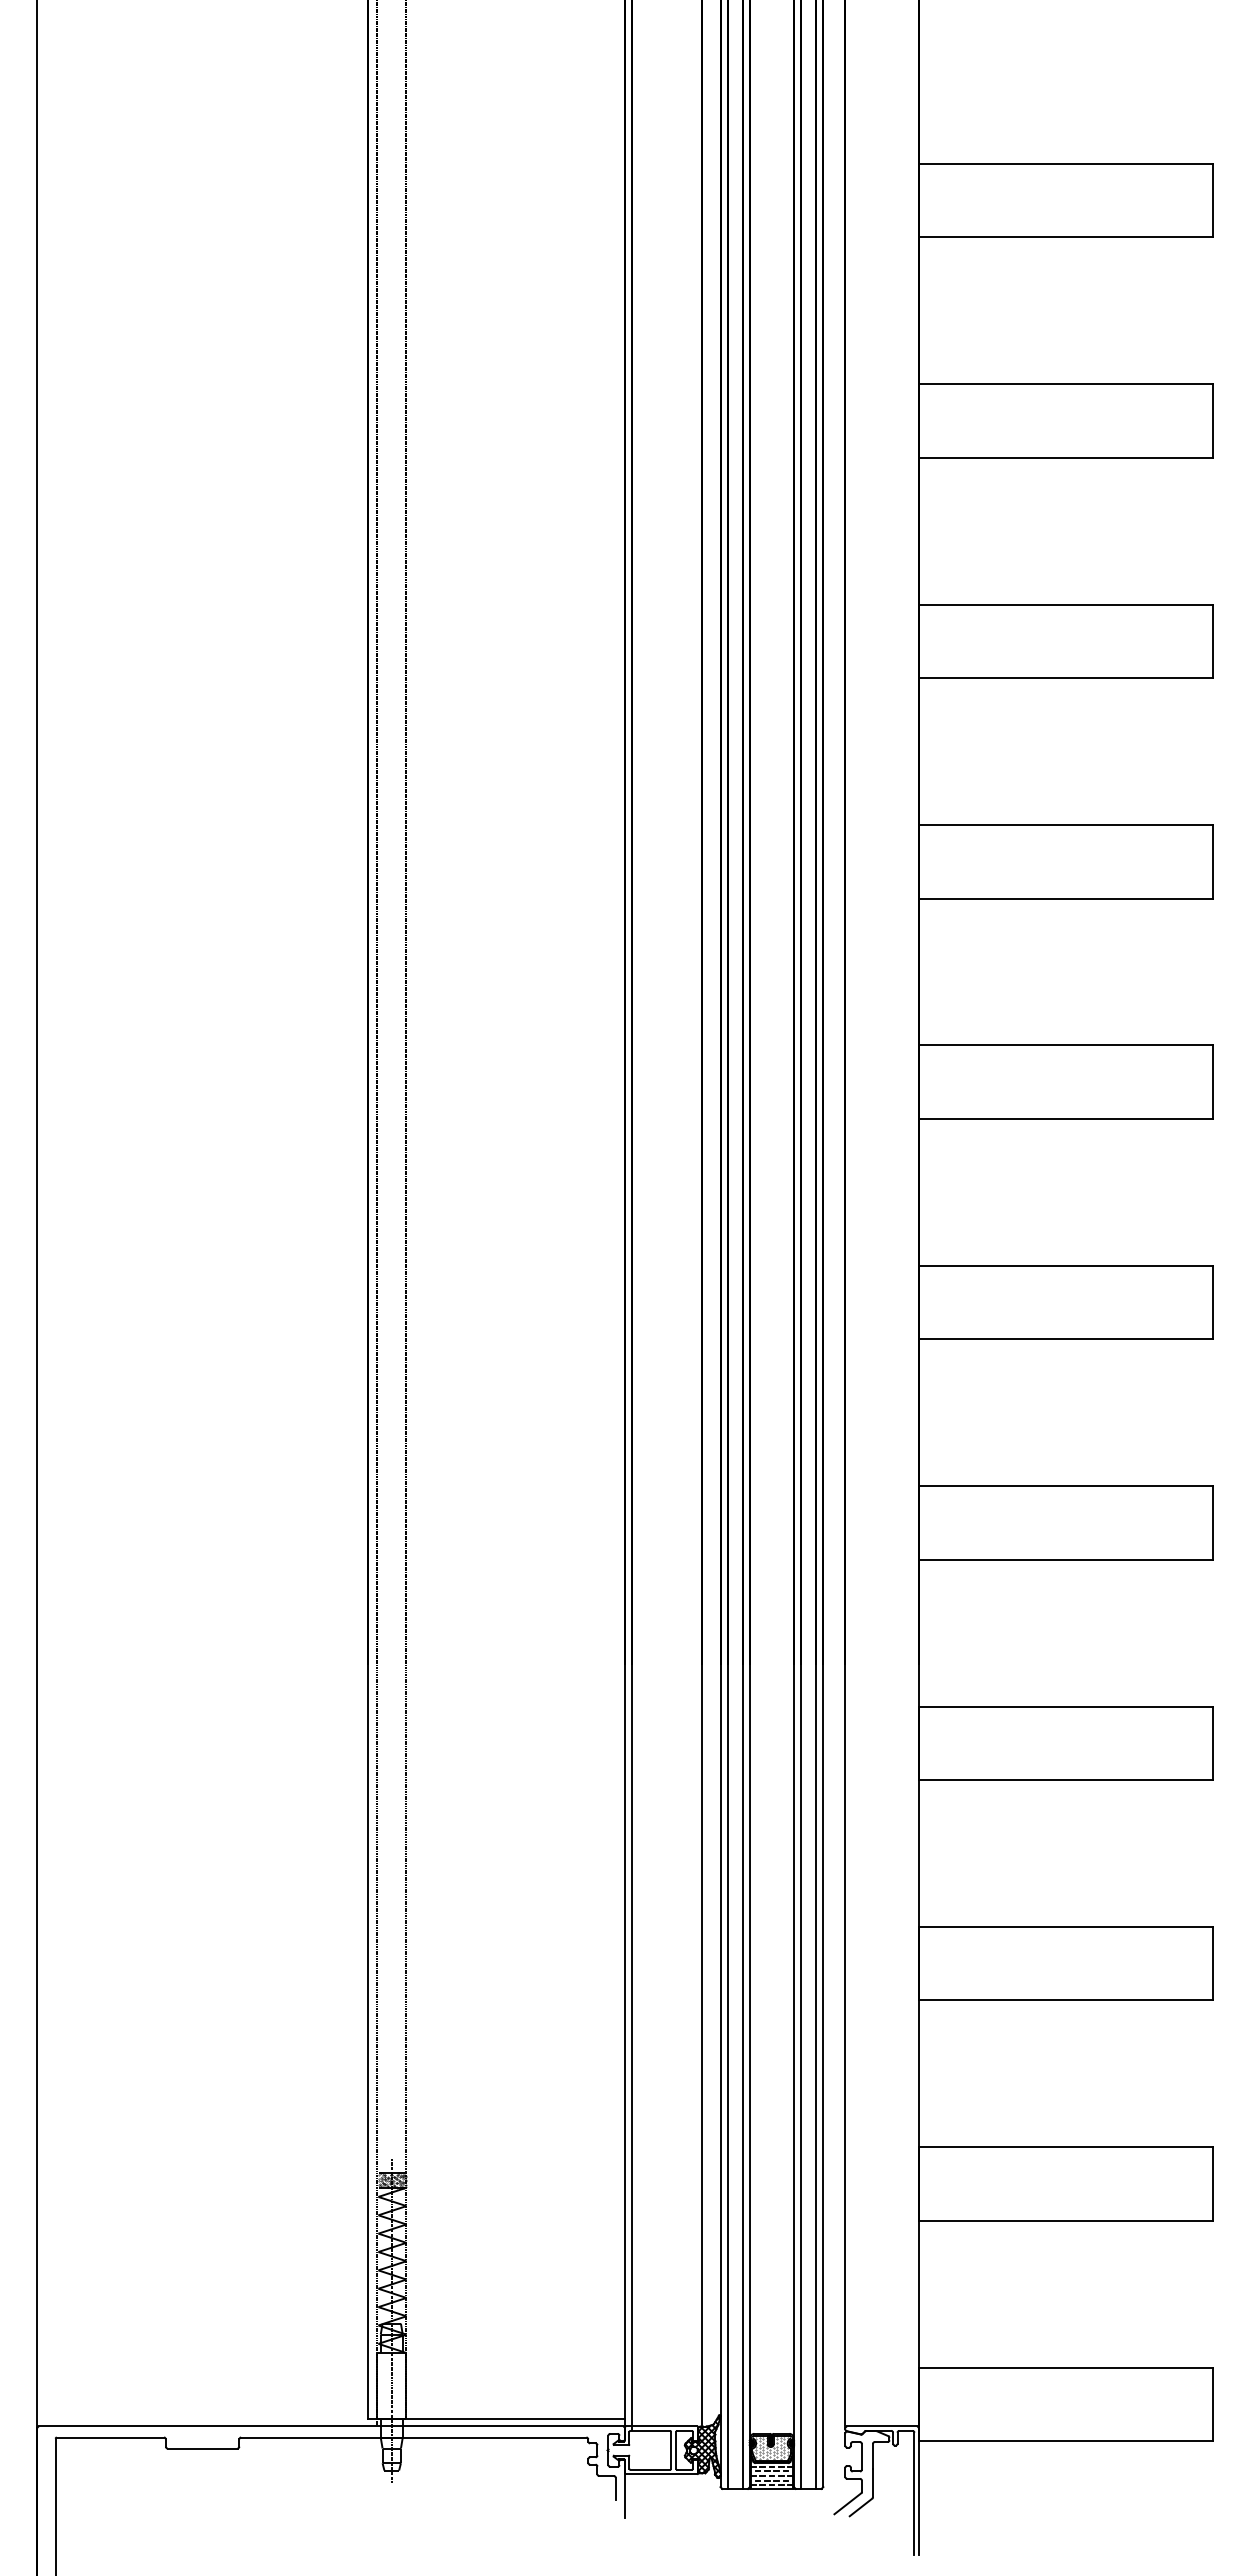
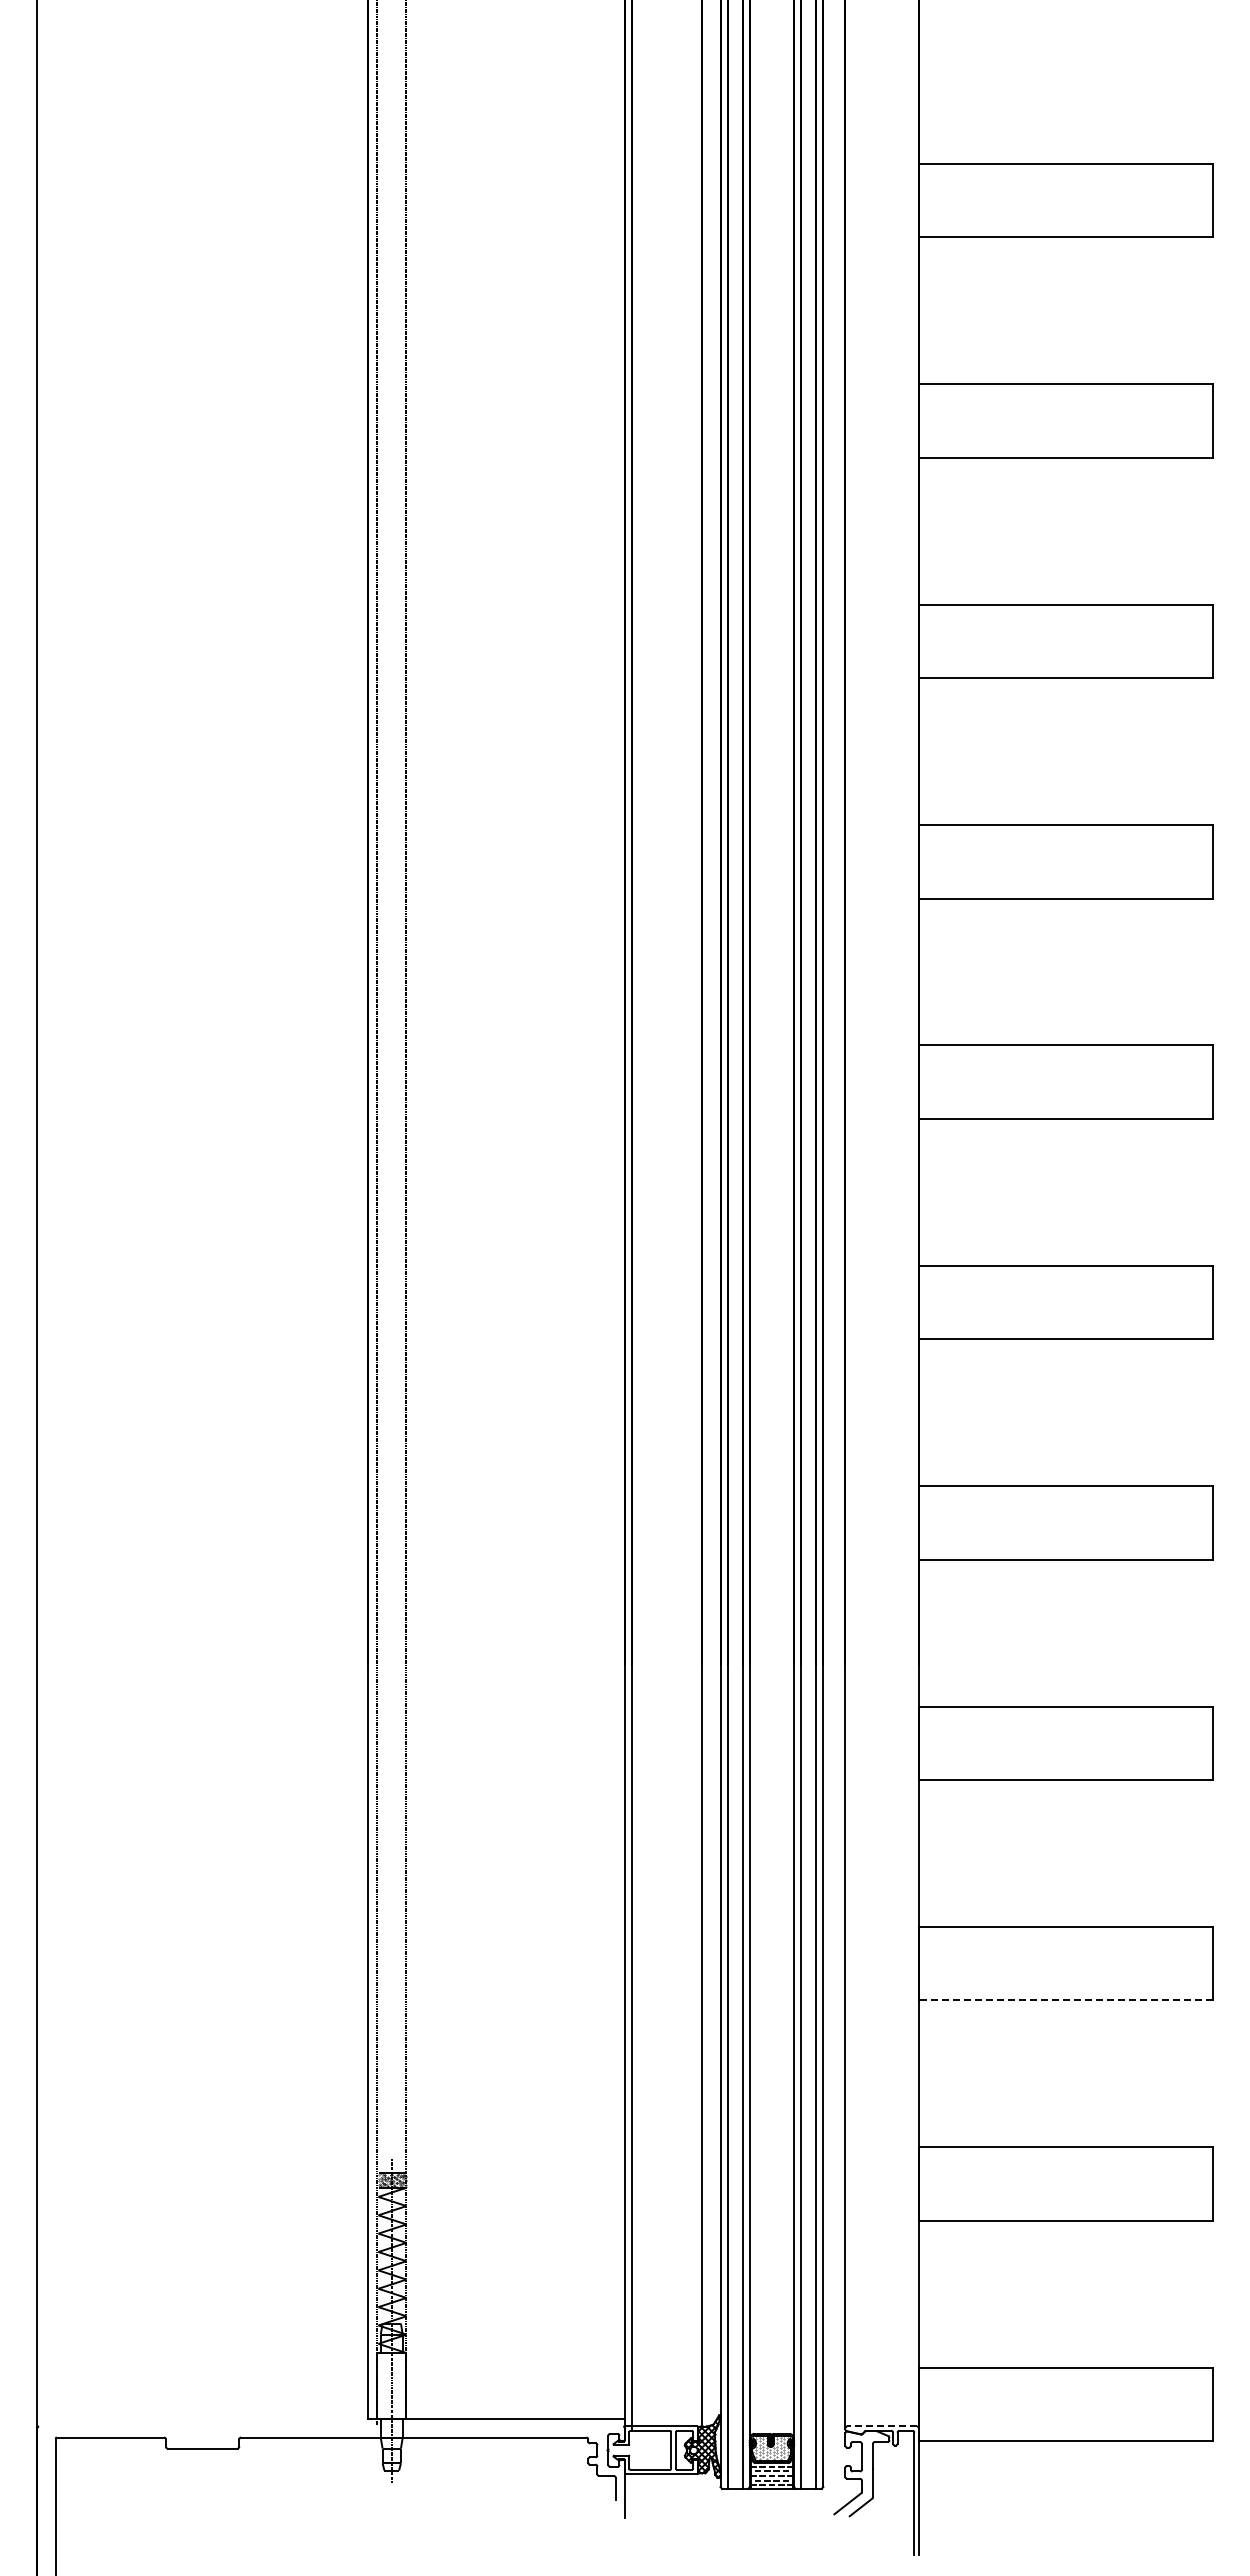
line at (1065, 2000): solid -> dashed
line at (331, 2426): present -> none
line at (882, 2426): solid -> dashed
